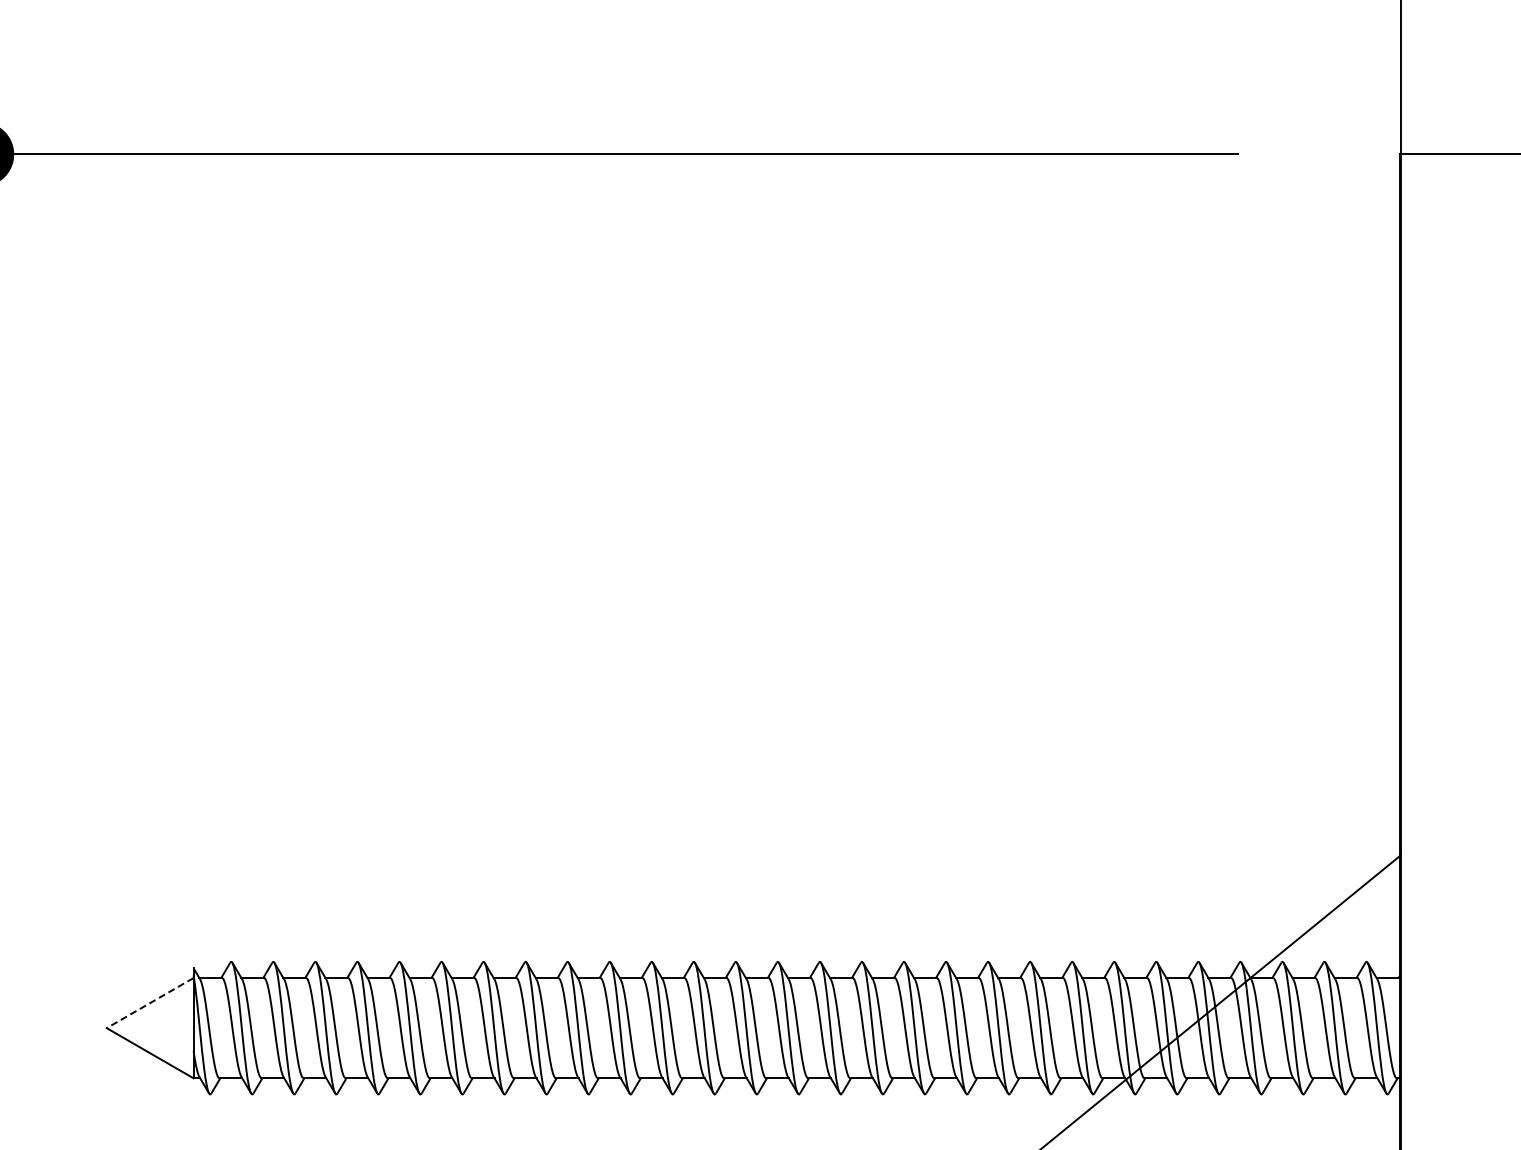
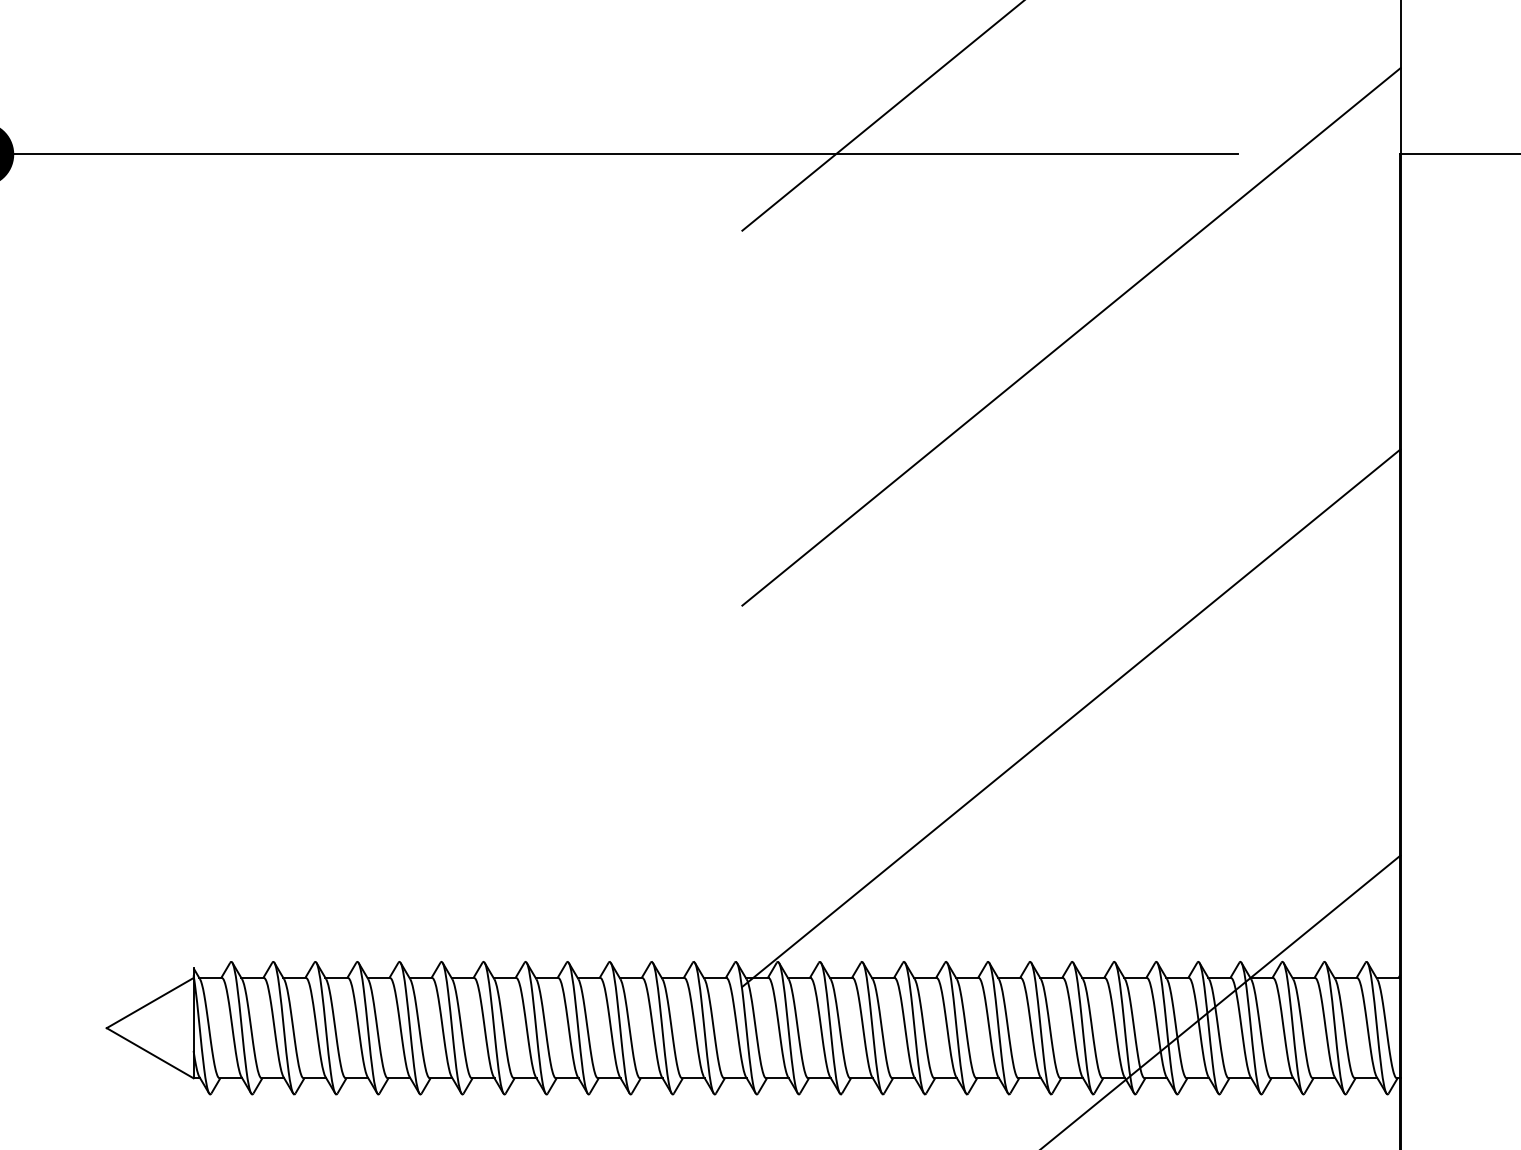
line at (882, 116): none -> present
line at (1071, 336): none -> present
line at (1071, 717): none -> present
line at (149, 1003): dashed -> solid
